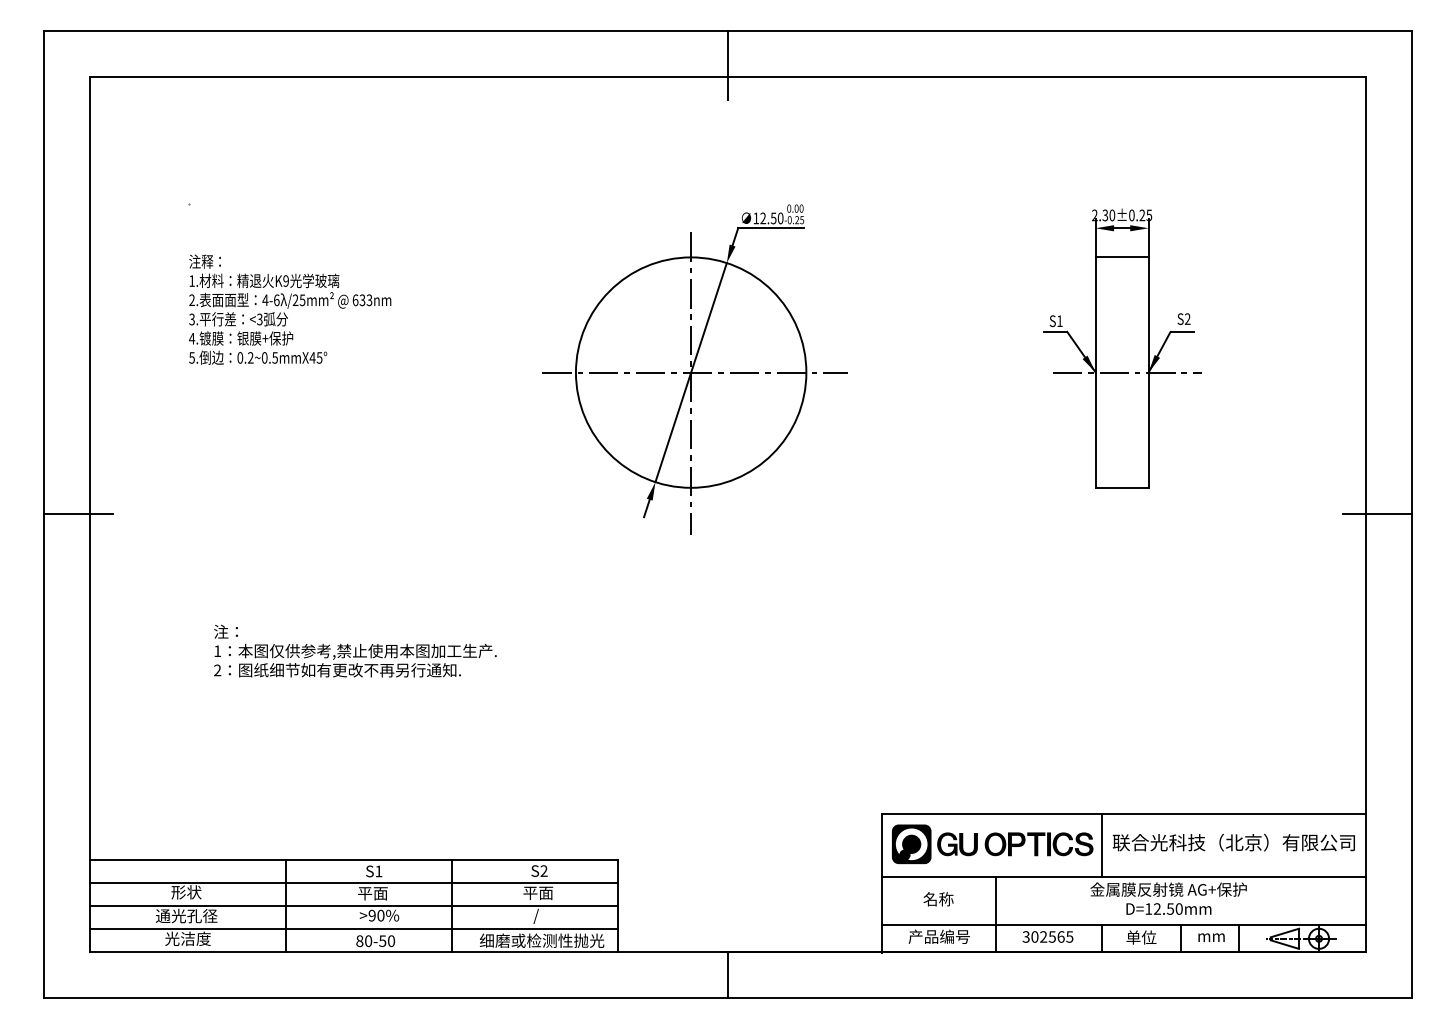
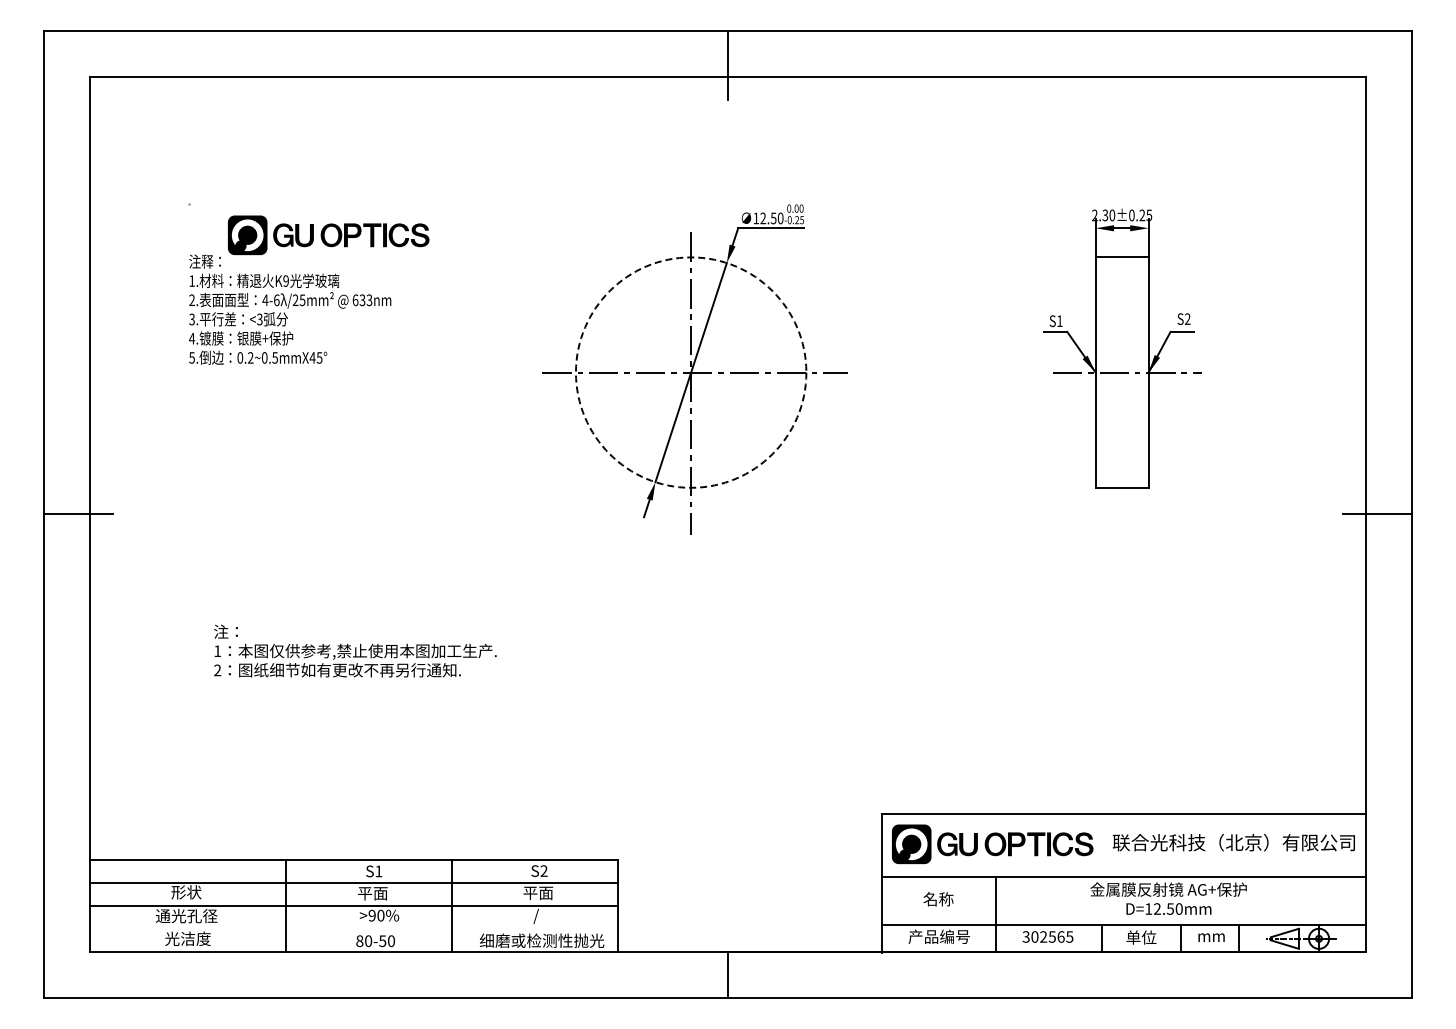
part at (328, 235): none -> present
circle at (690, 372): solid -> dashed
line at (1101, 845): present -> none
line at (353, 929): present -> none
